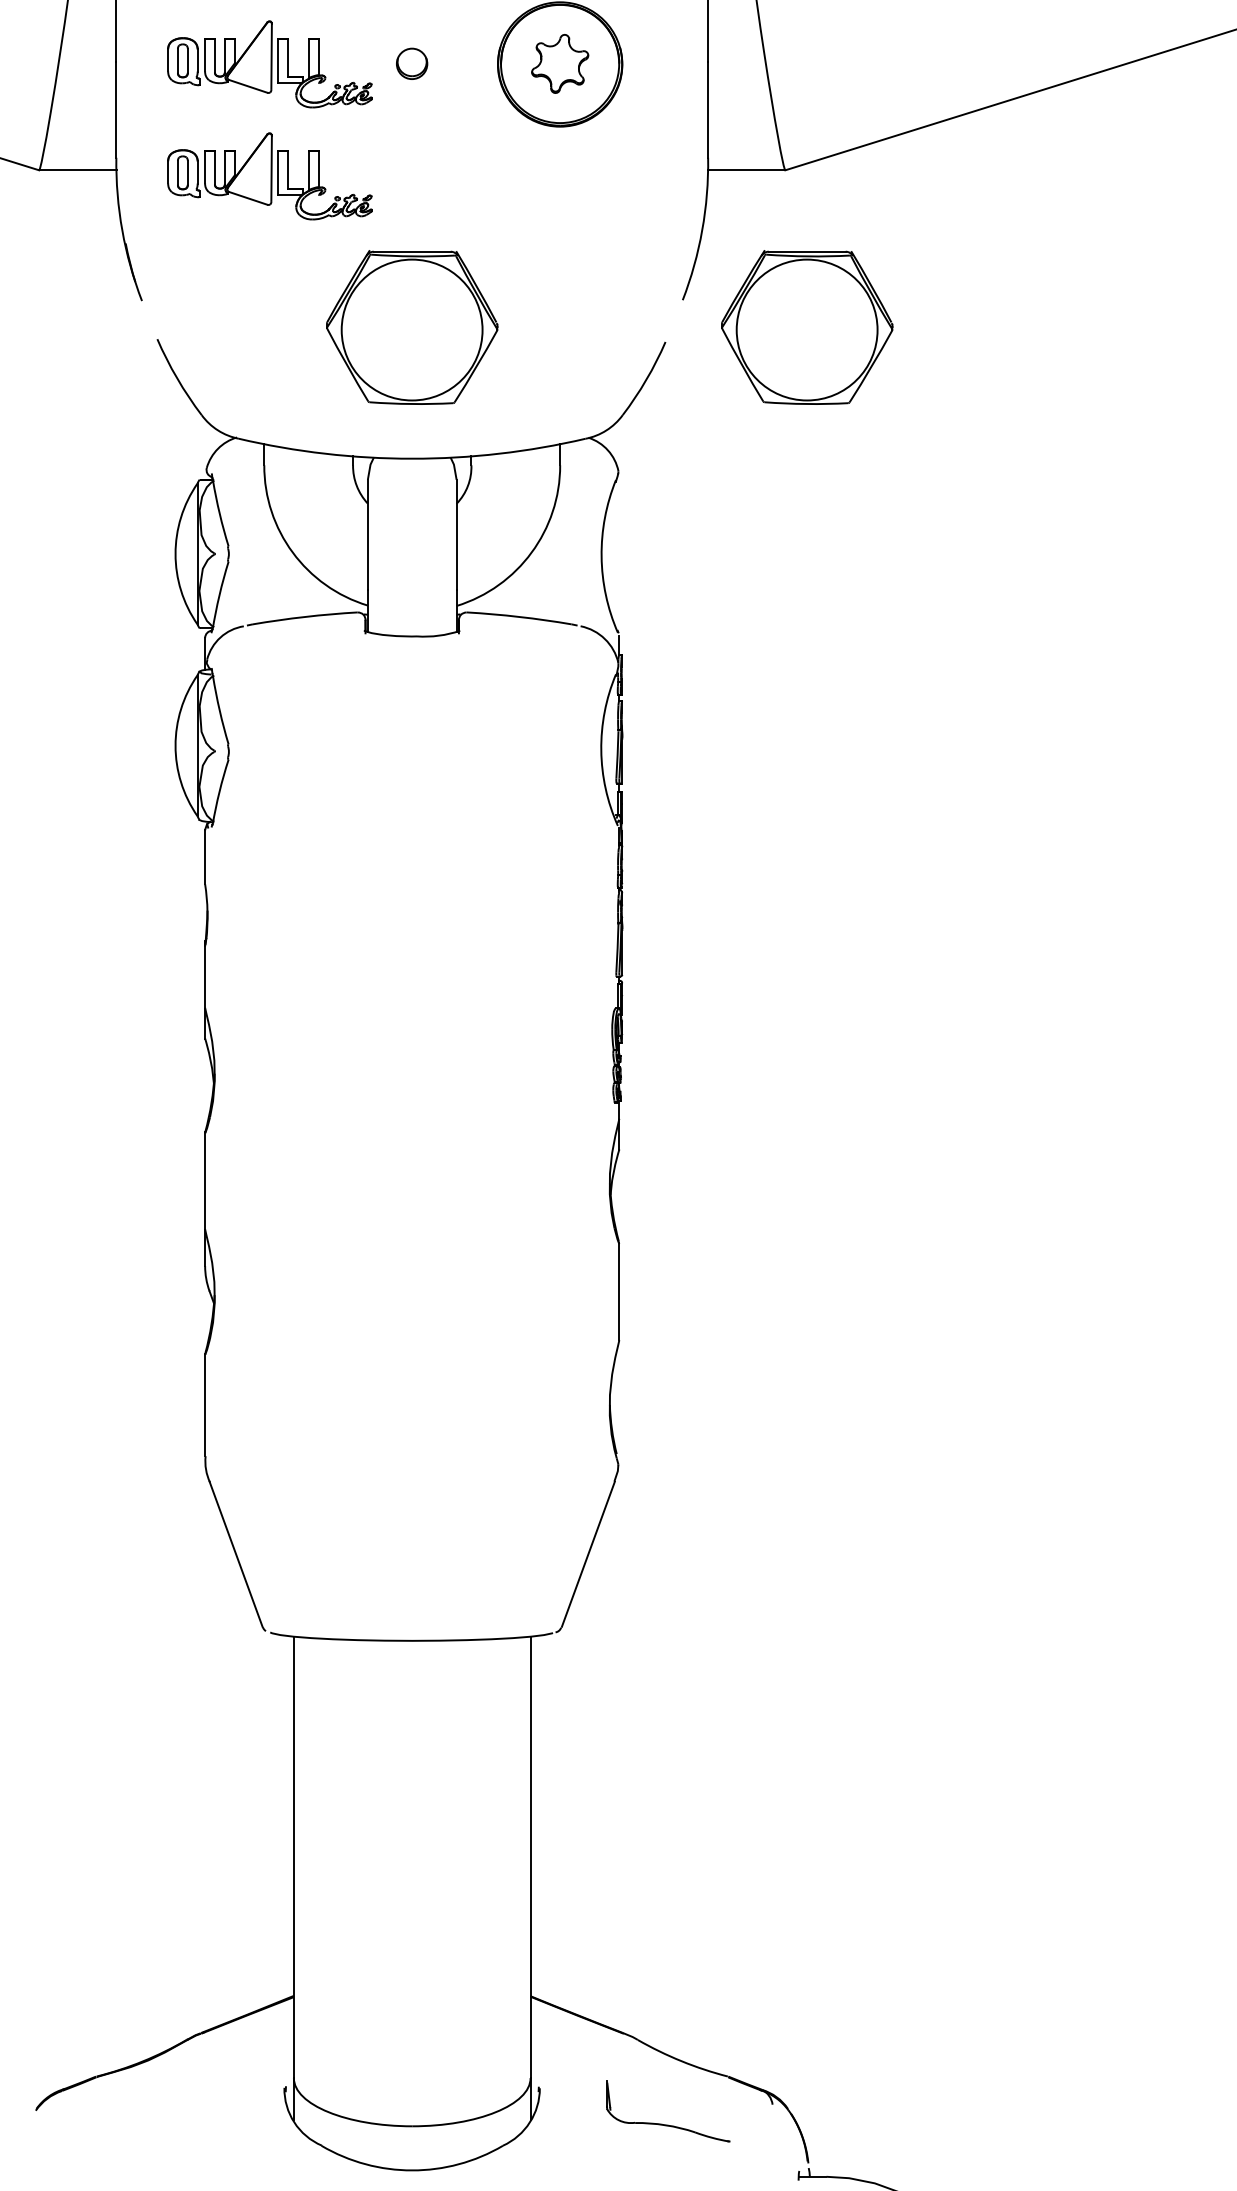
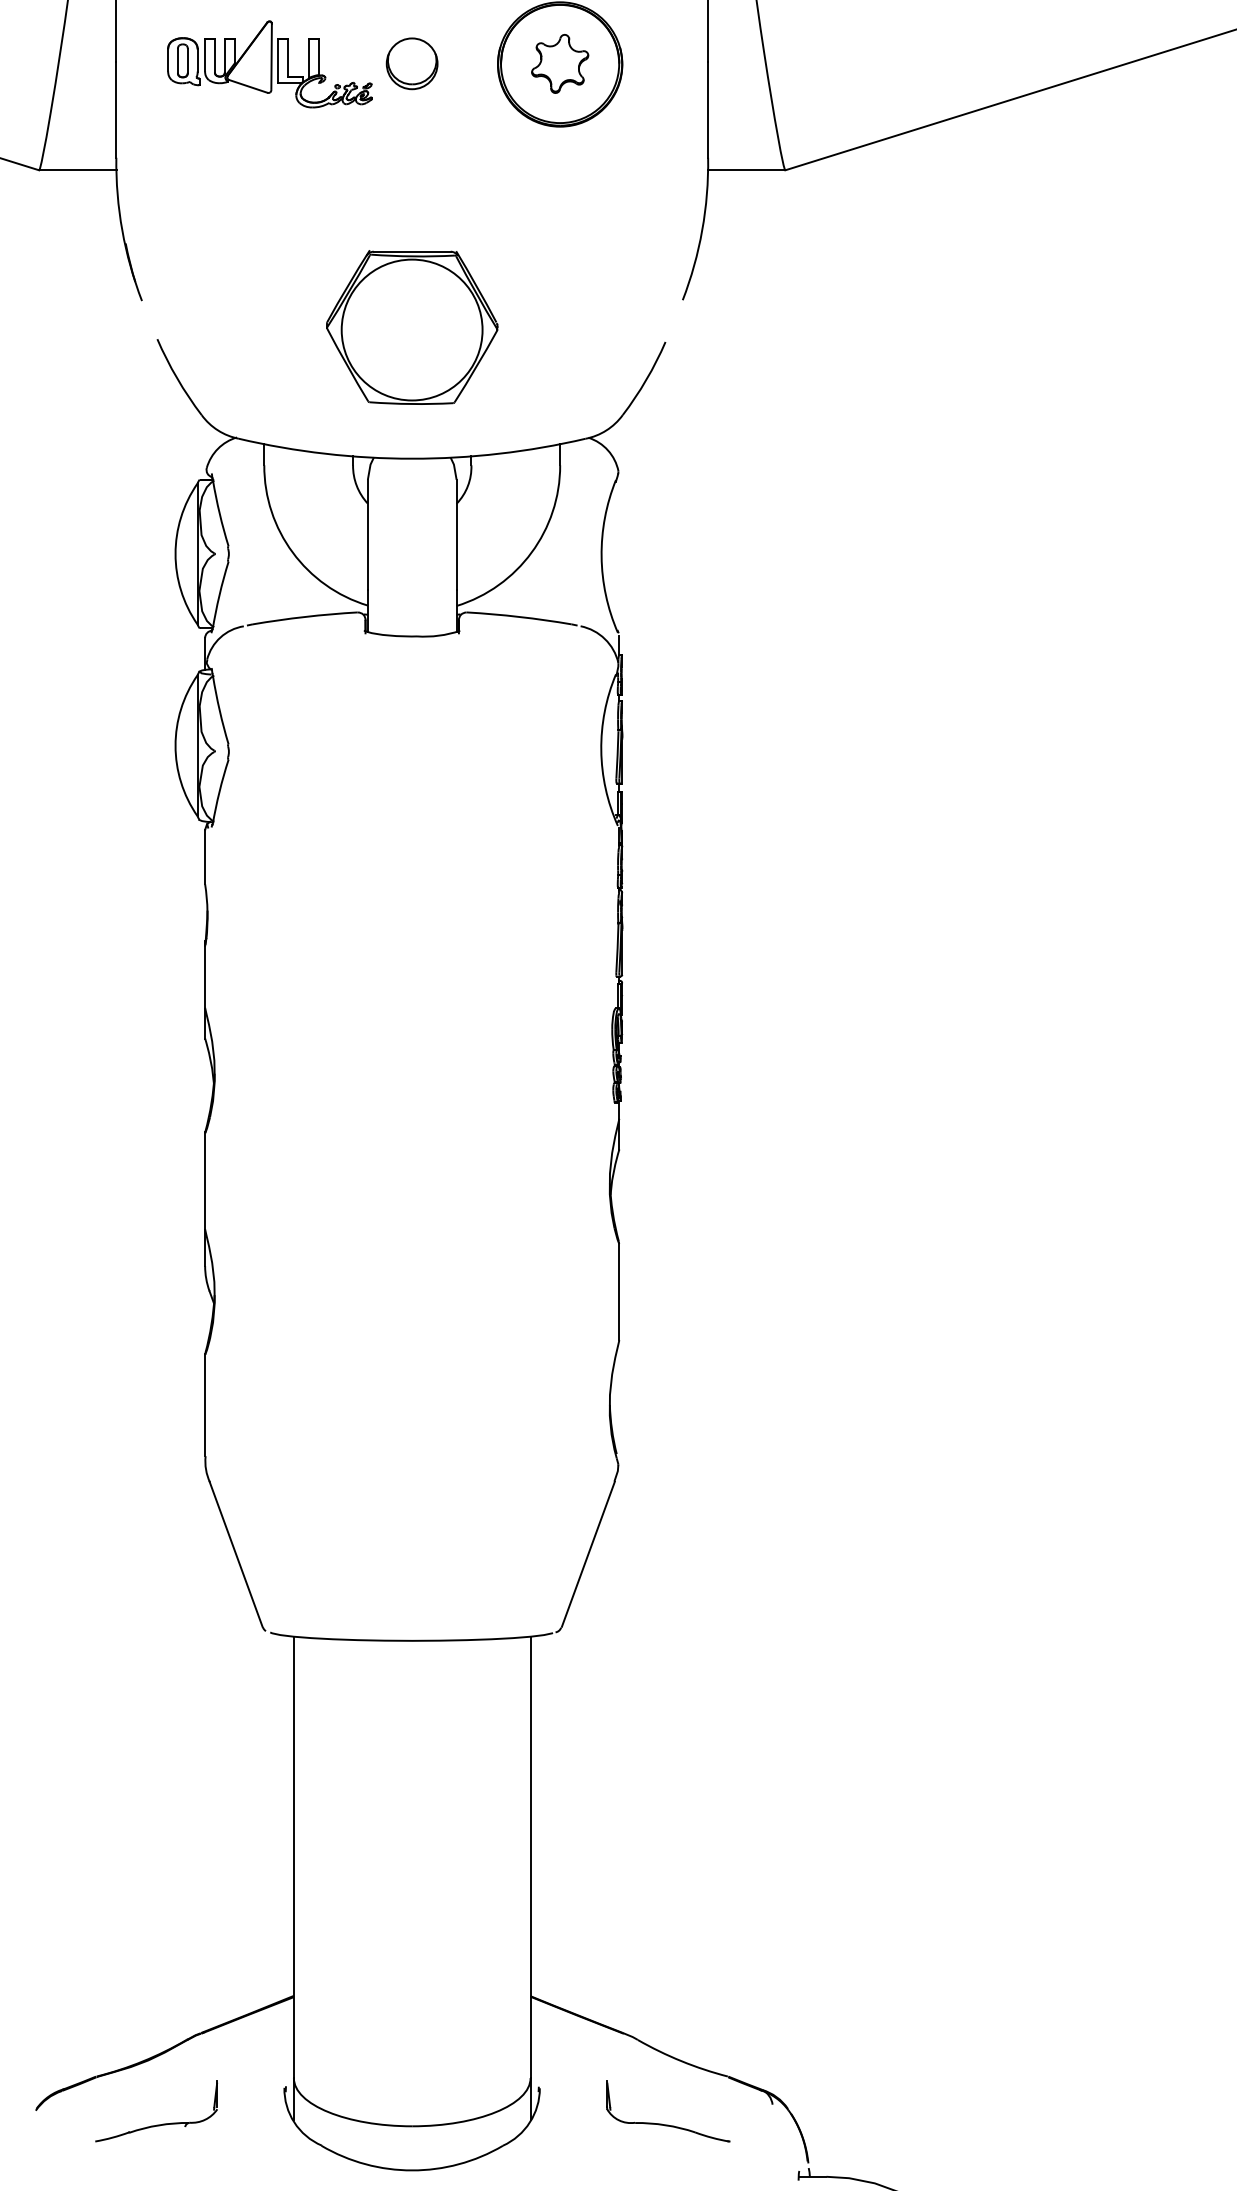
part at (412, 63) size: 33x33 px -> 54x54 px
part at (269, 176): present -> none
part at (807, 327): present -> none
part at (156, 2124): none -> present
